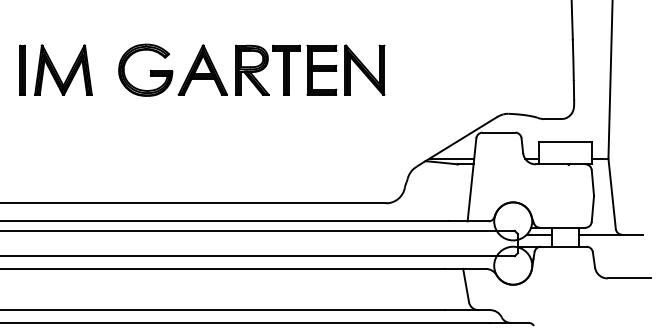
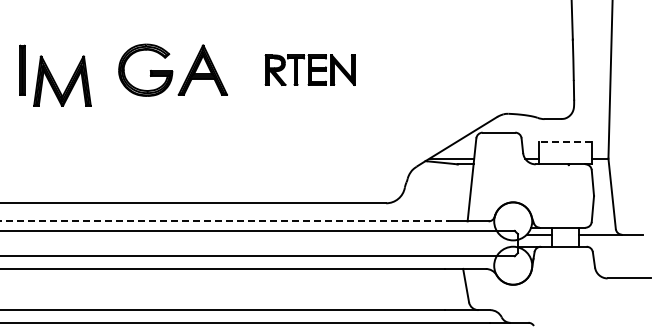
part at (310, 69) size: 151x52 px -> 92x32 px
part at (68, 73) position: (68, 73) -> (67, 84)
line at (565, 142): solid -> dashed
line at (224, 221): solid -> dashed
